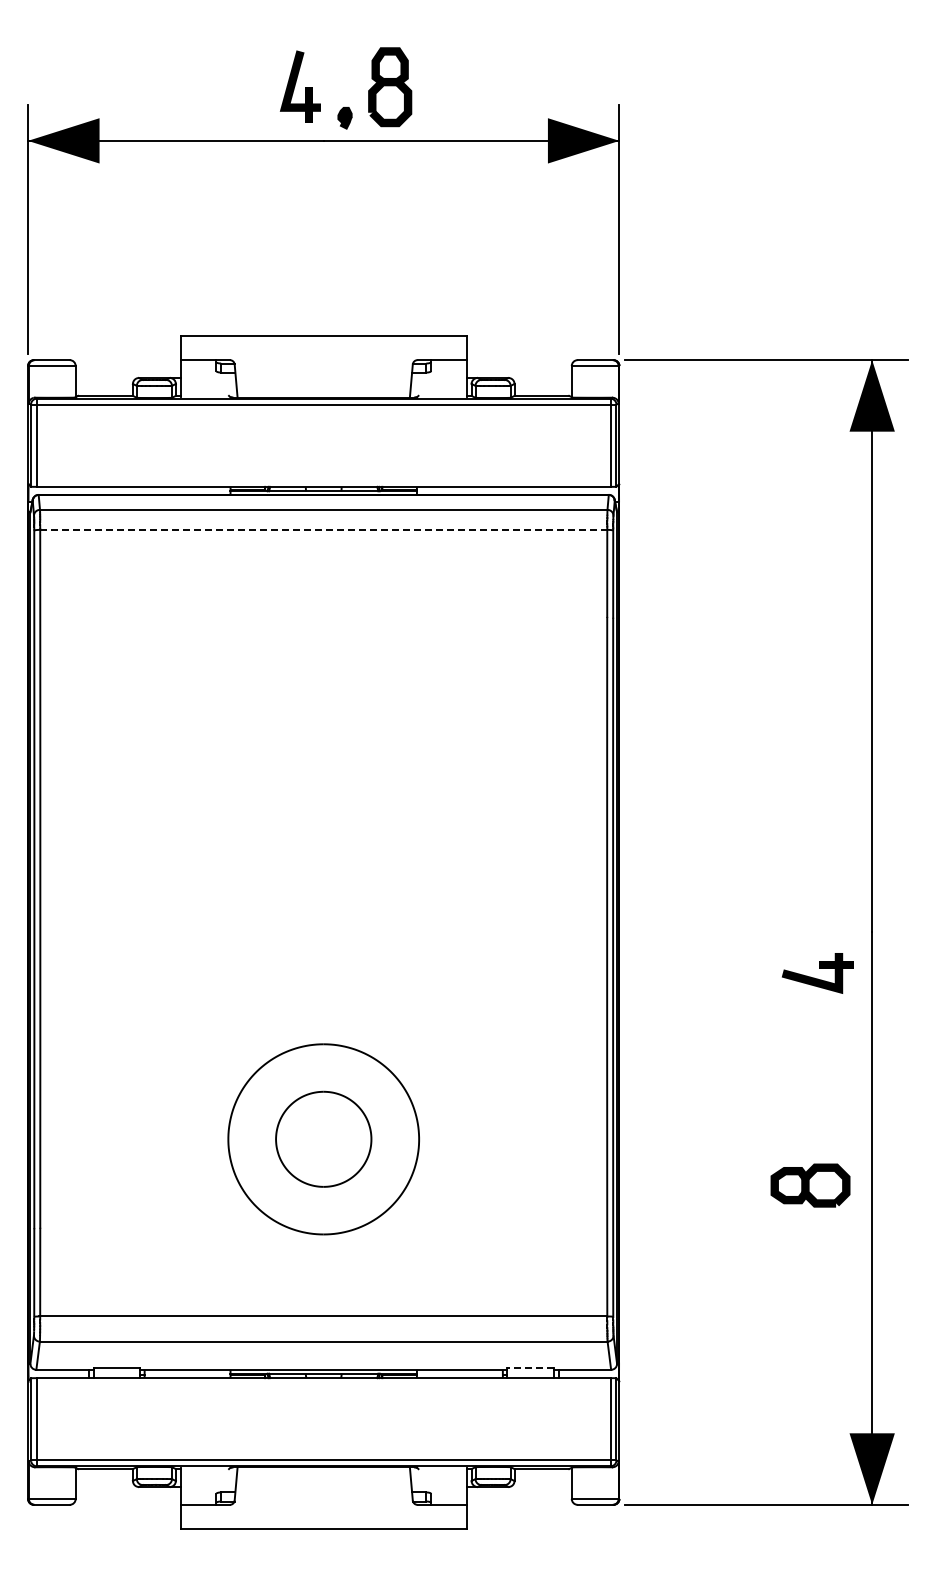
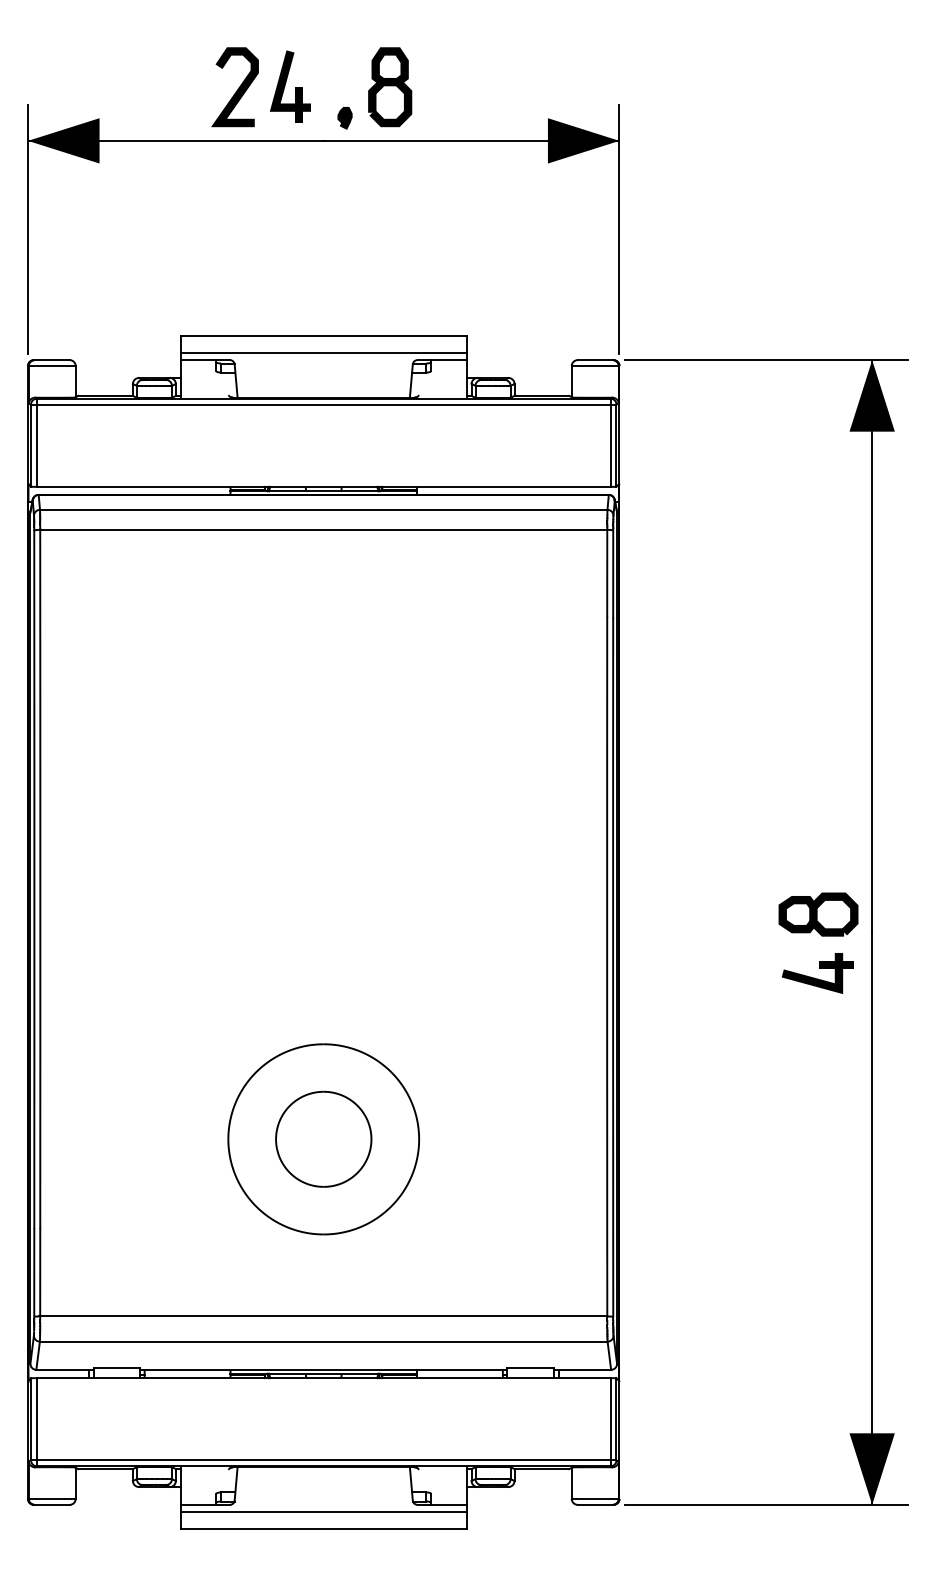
part at (300, 86) position: (300, 86) -> (290, 86)
curve at (237, 89): none -> present
line at (323, 352): none -> present
line at (323, 529): dashed -> solid
part at (810, 1185) position: (810, 1185) -> (818, 914)
line at (530, 1368): dashed -> solid
line at (323, 1512): none -> present
